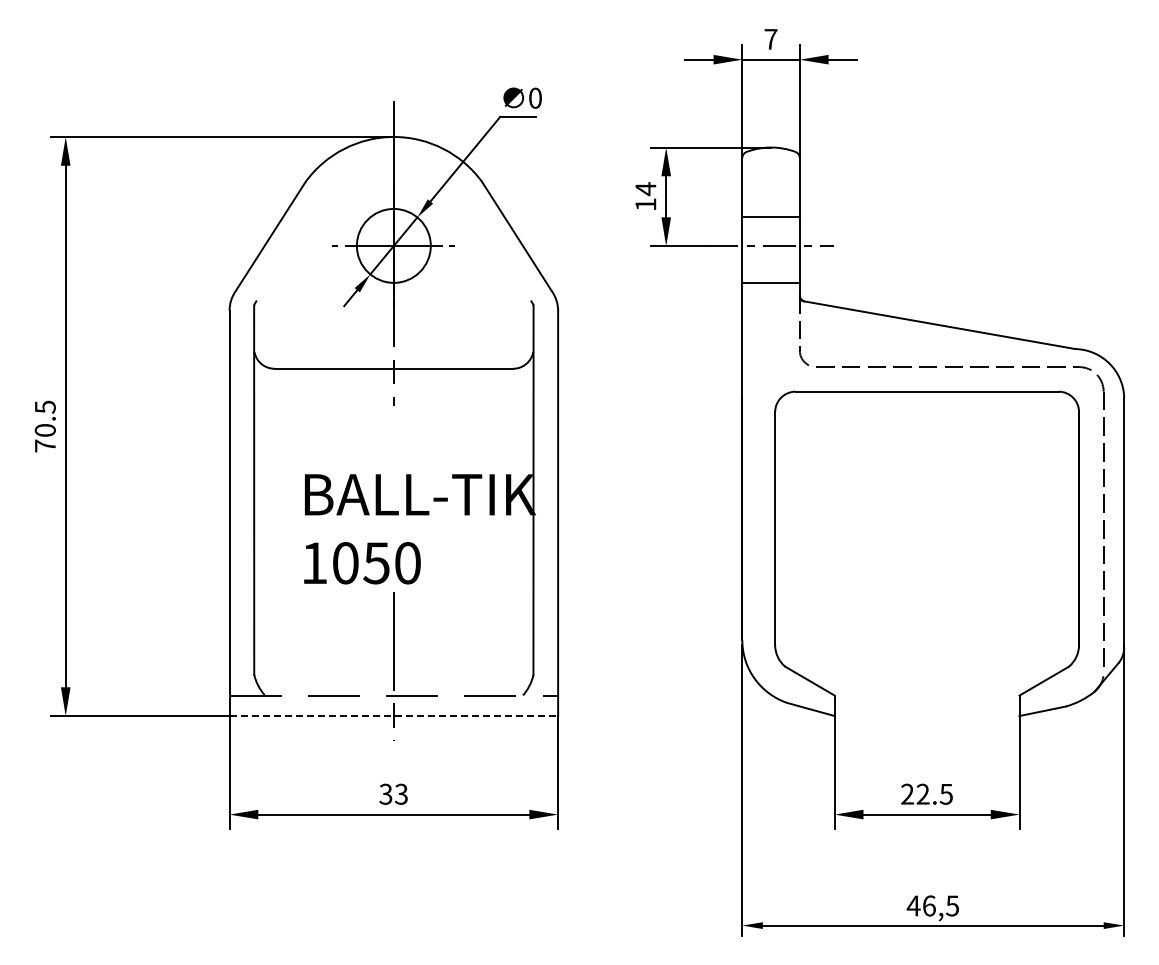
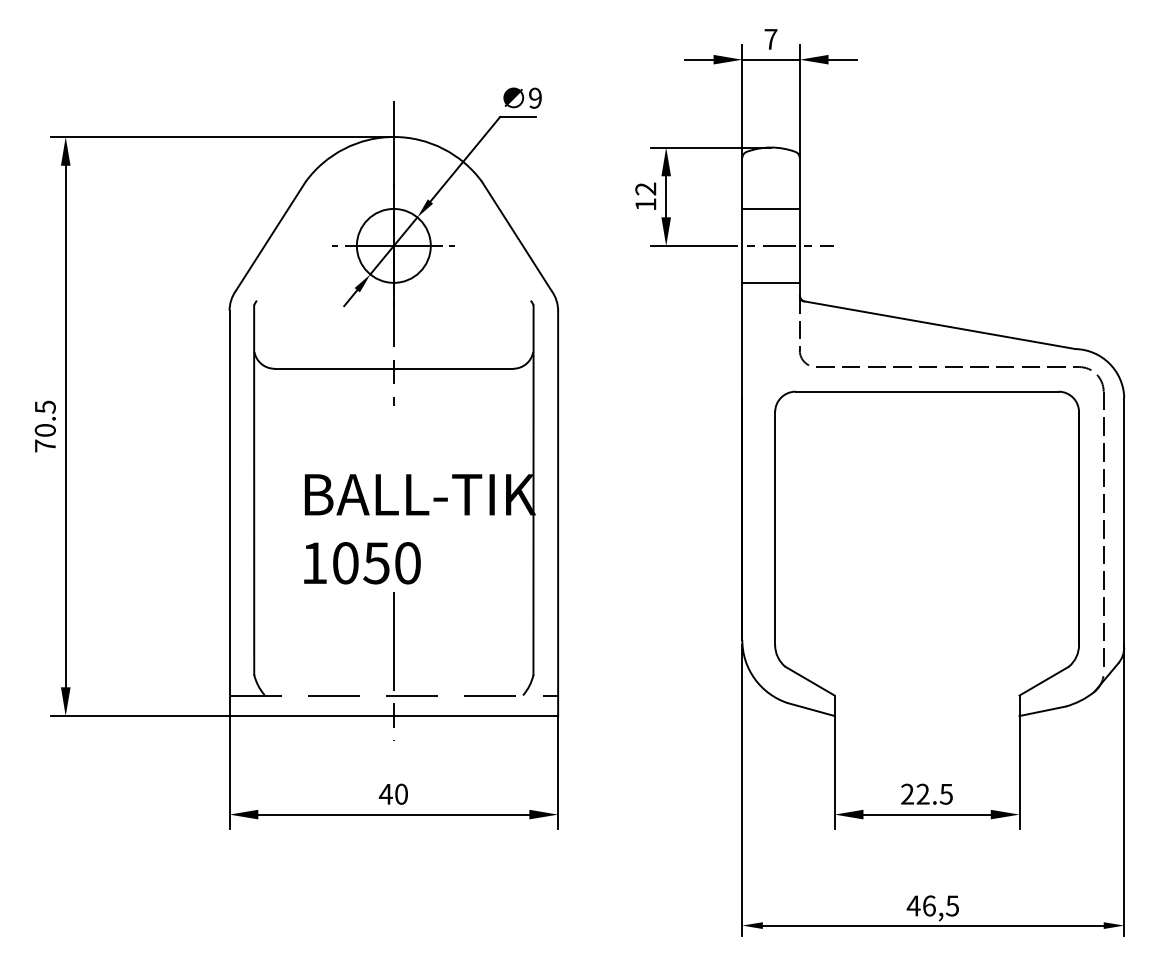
text at (535, 97): 0 -> 9
text at (645, 189): 14 -> 12
line at (770, 216) position: (770, 216) -> (770, 208)
line at (394, 716): dashed -> solid
text at (392, 793): 33 -> 40
